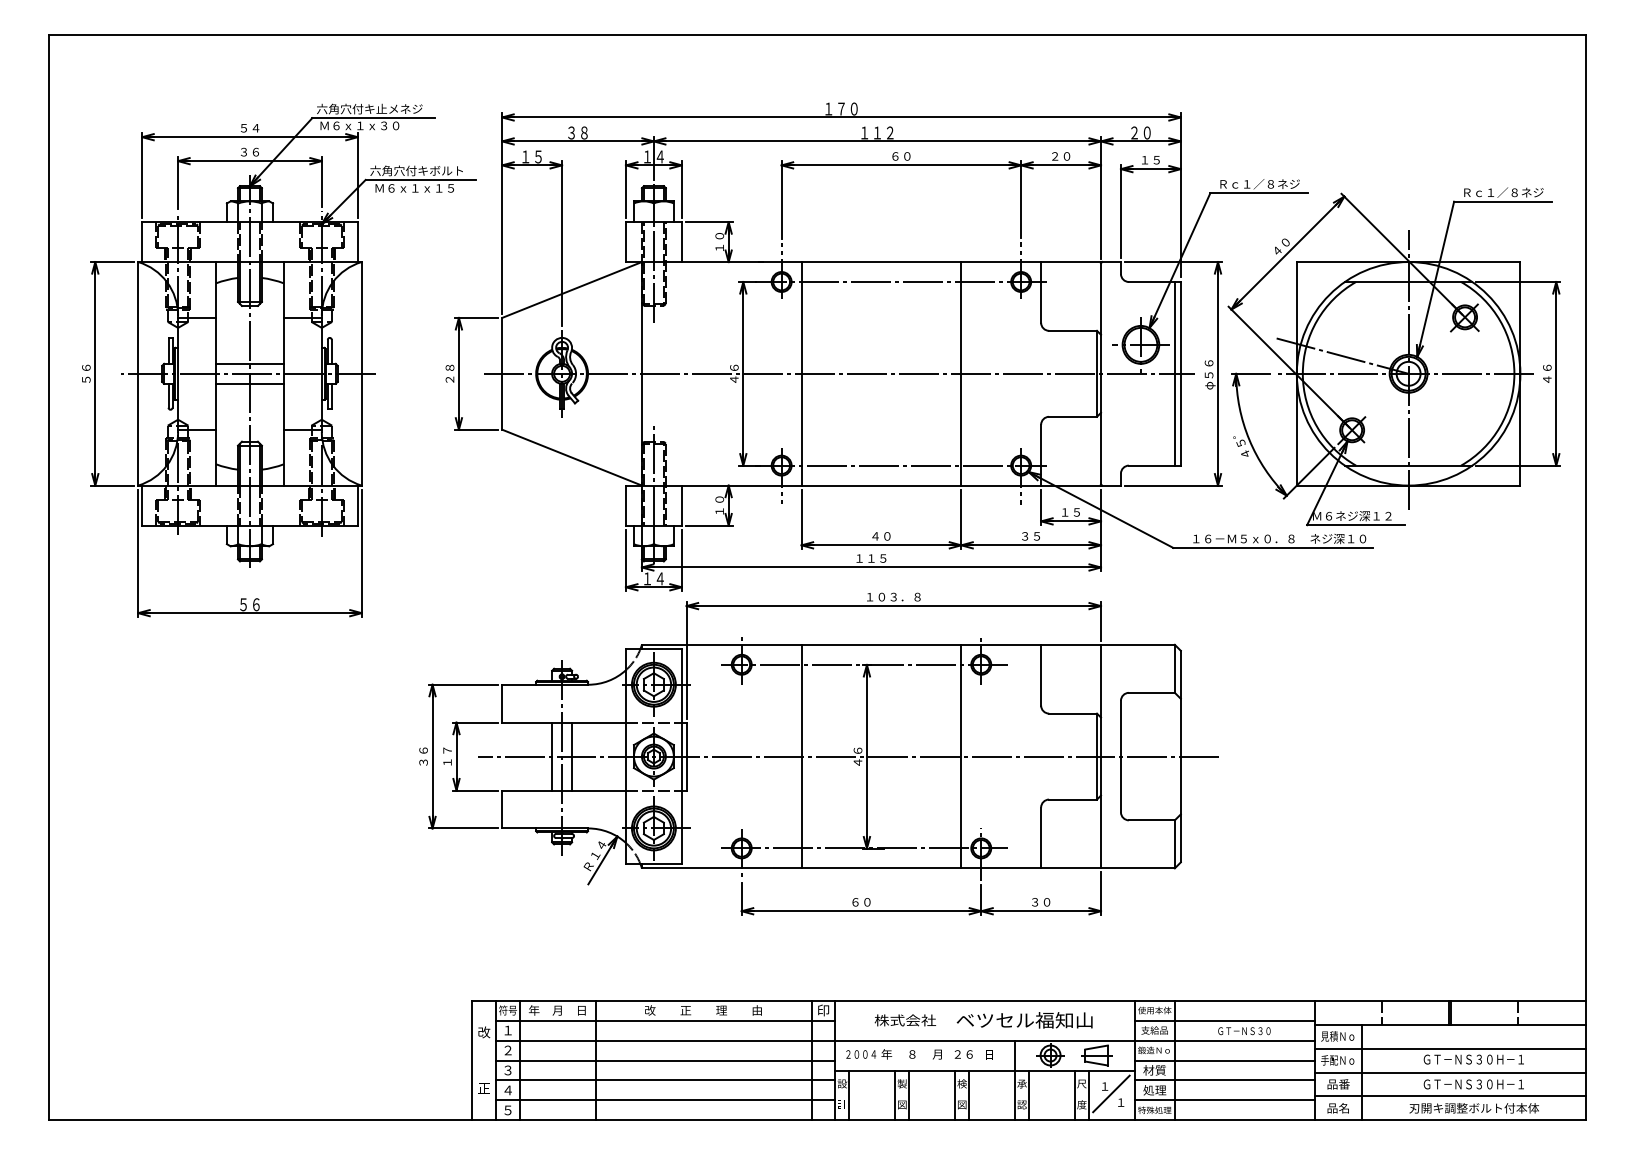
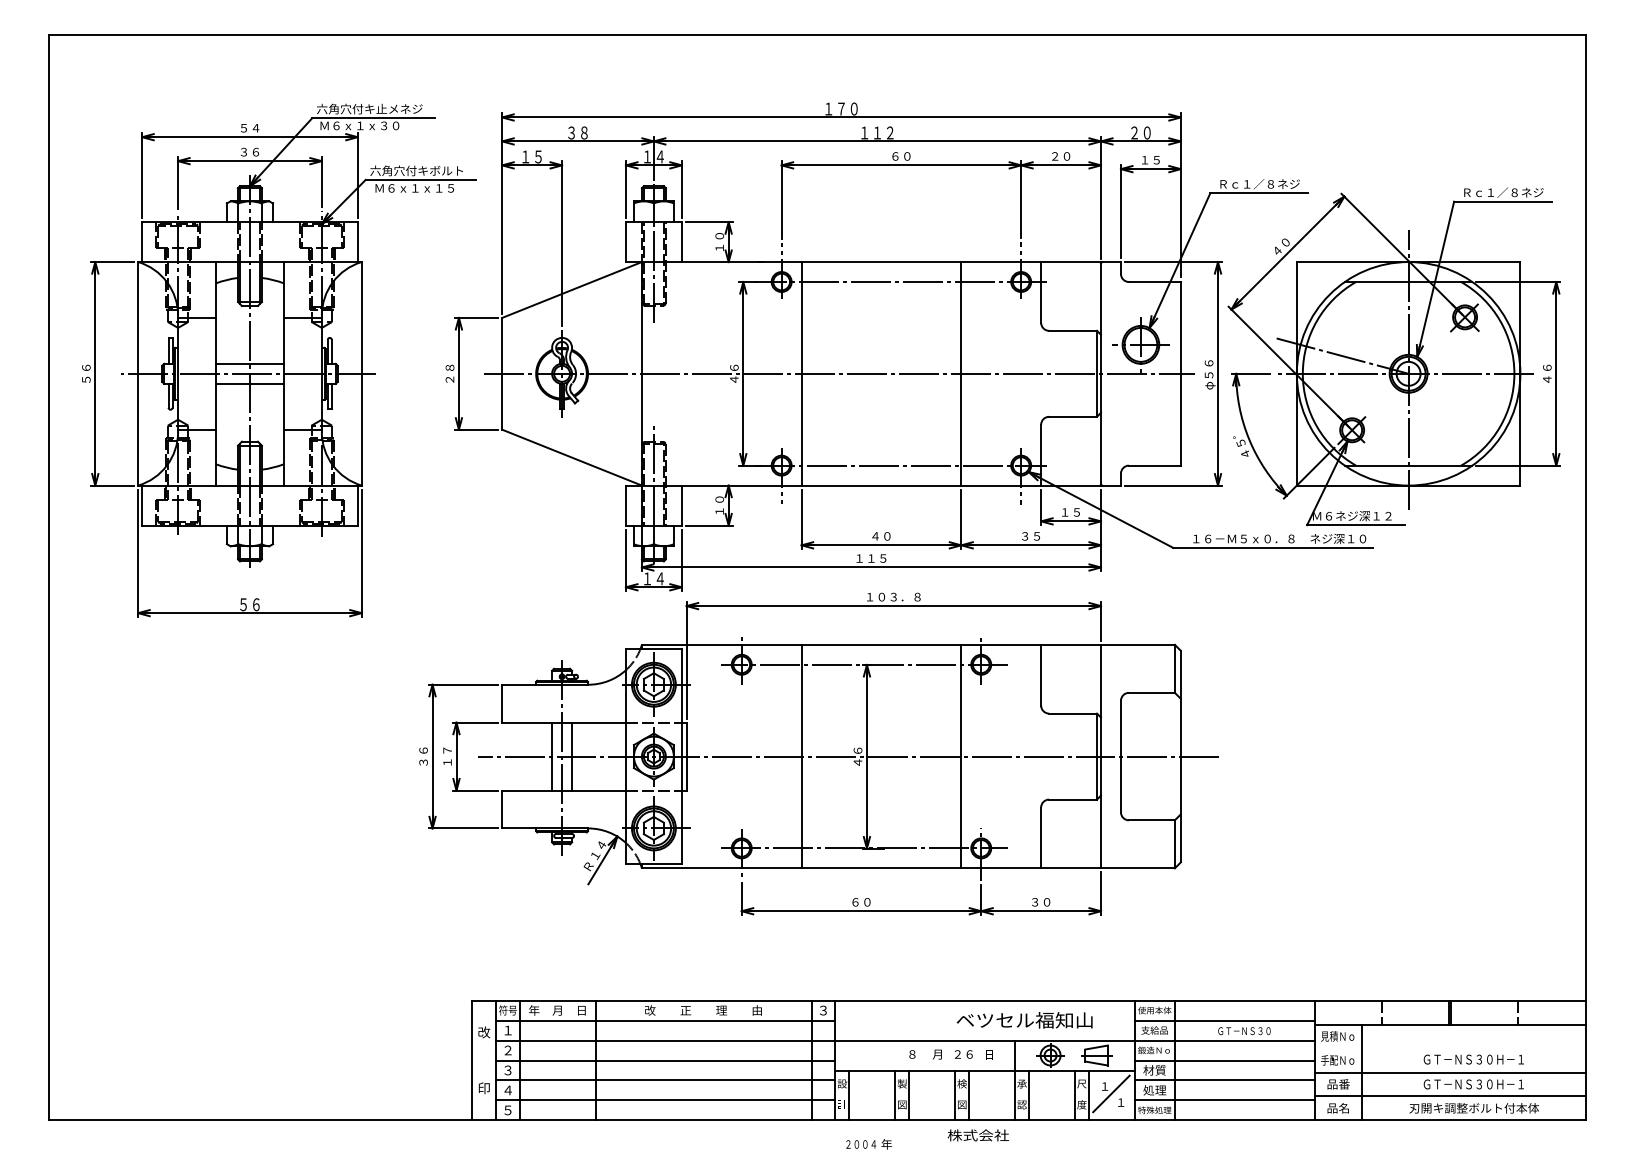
line at (1174, 373): present -> none
text at (823, 1010): 印 -> ３
text at (905, 1020) position: (905, 1020) -> (978, 1135)
line at (1449, 1048): present -> none
text at (869, 1054) position: (869, 1054) -> (869, 1144)
text at (483, 1088): 正 -> 印
